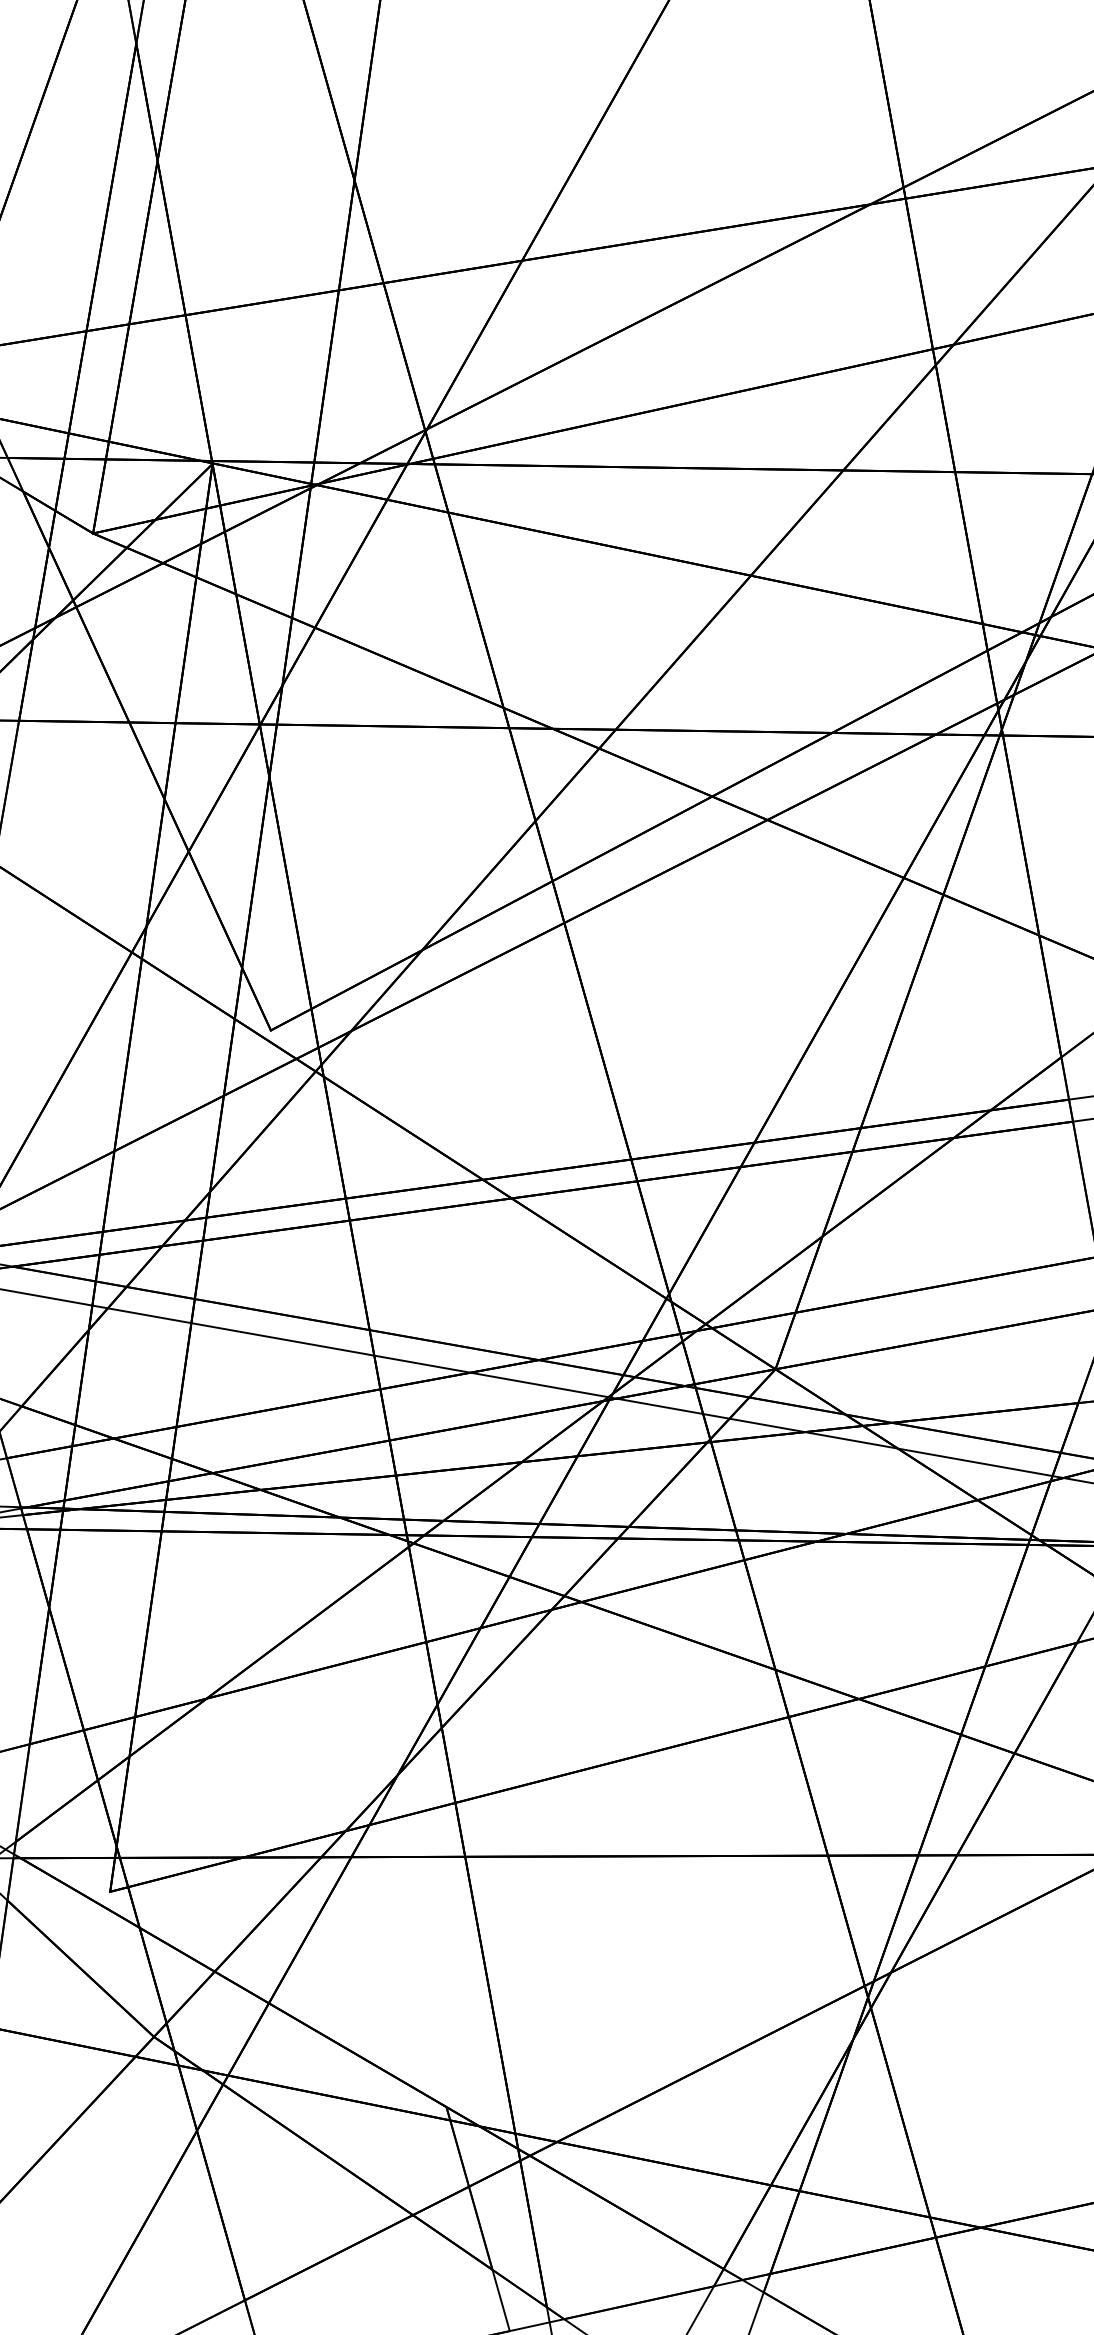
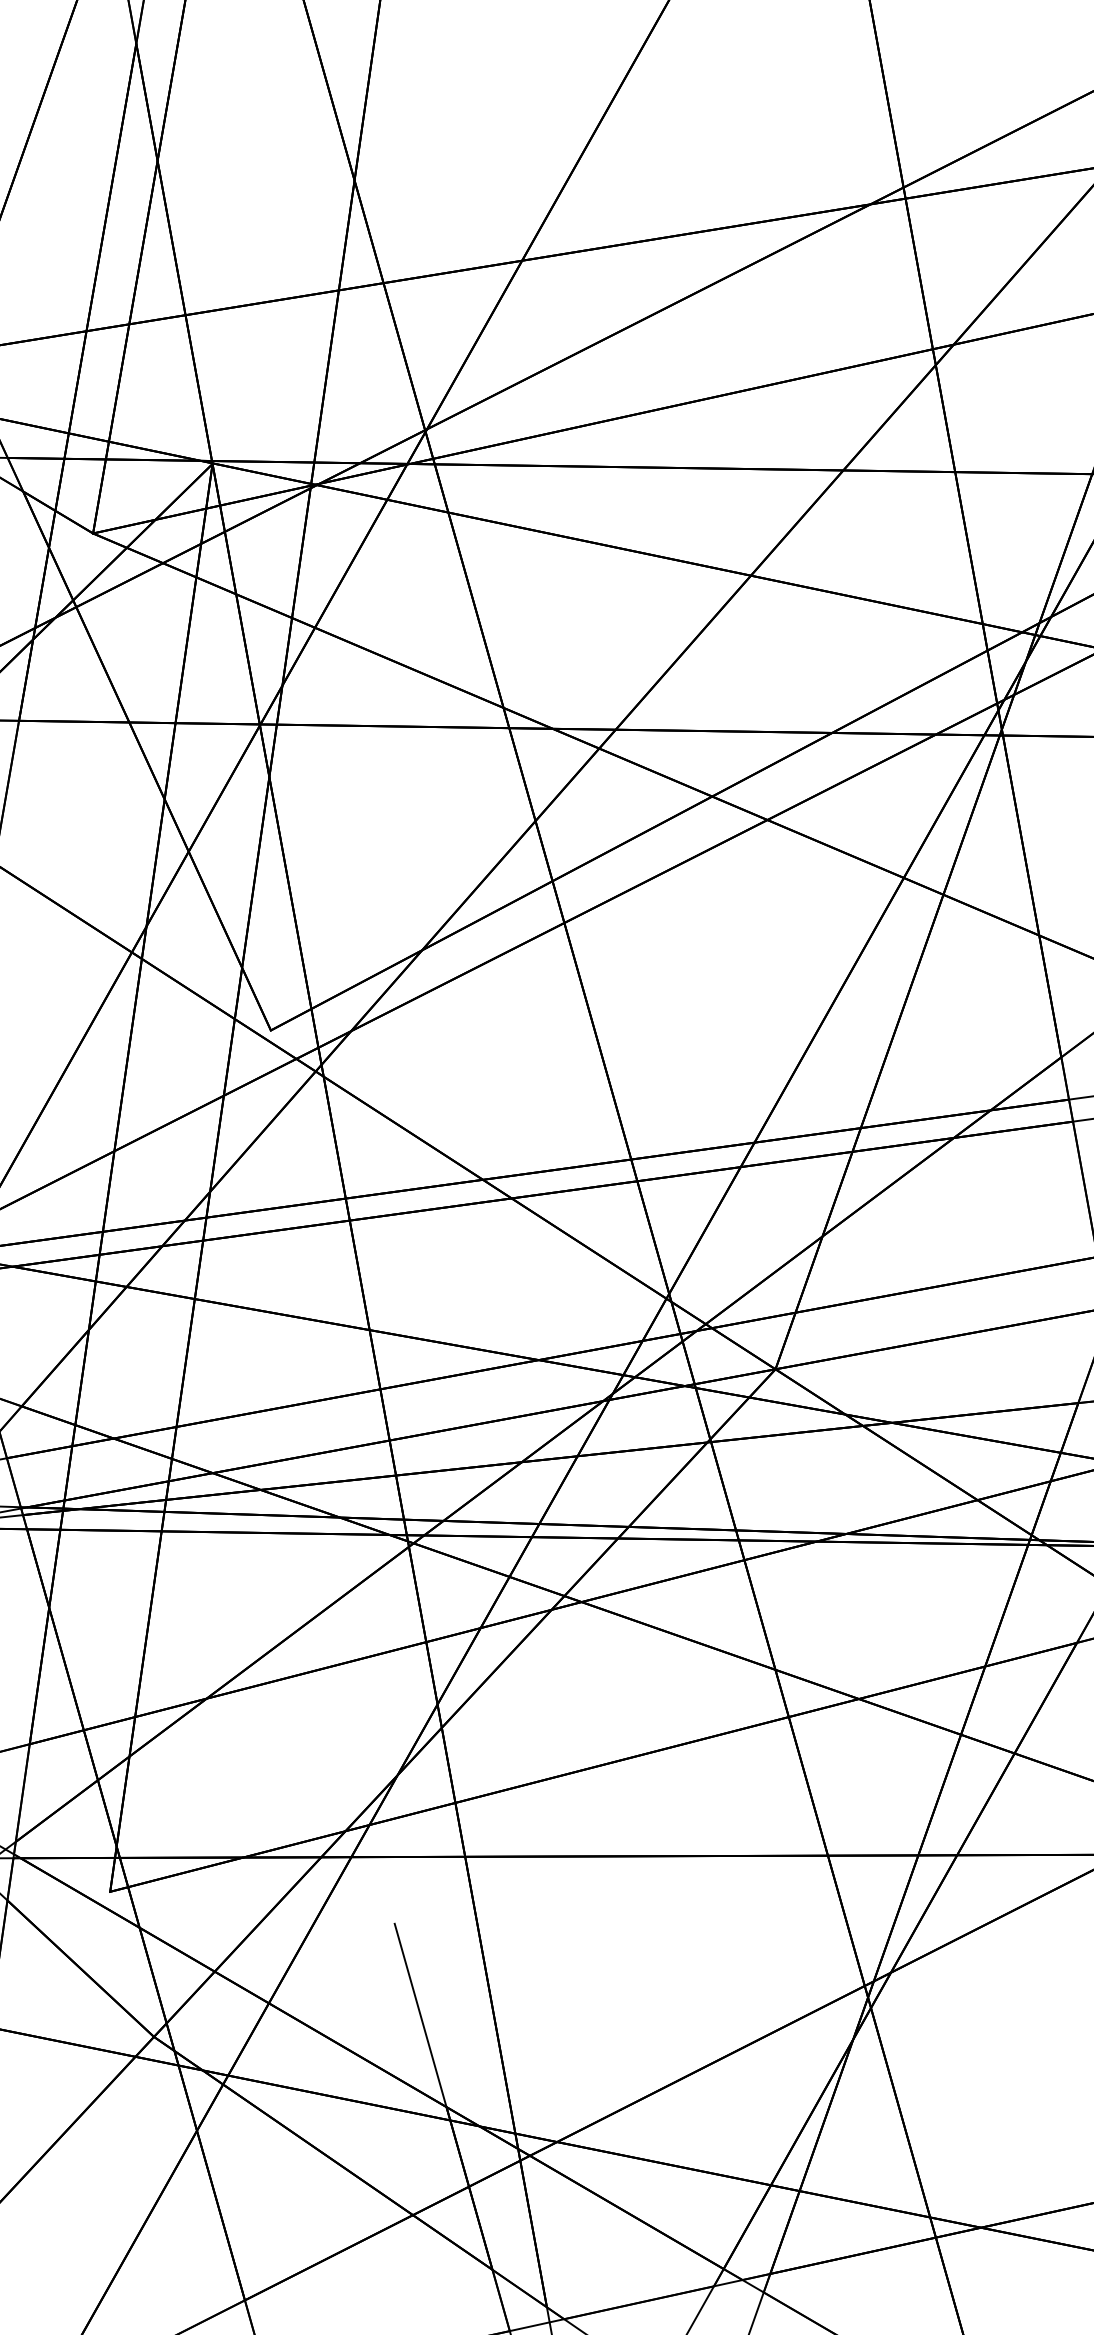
line at (546, 1385) position: (546, 1385) -> (546, 1361)
line at (452, 2127): none -> present
